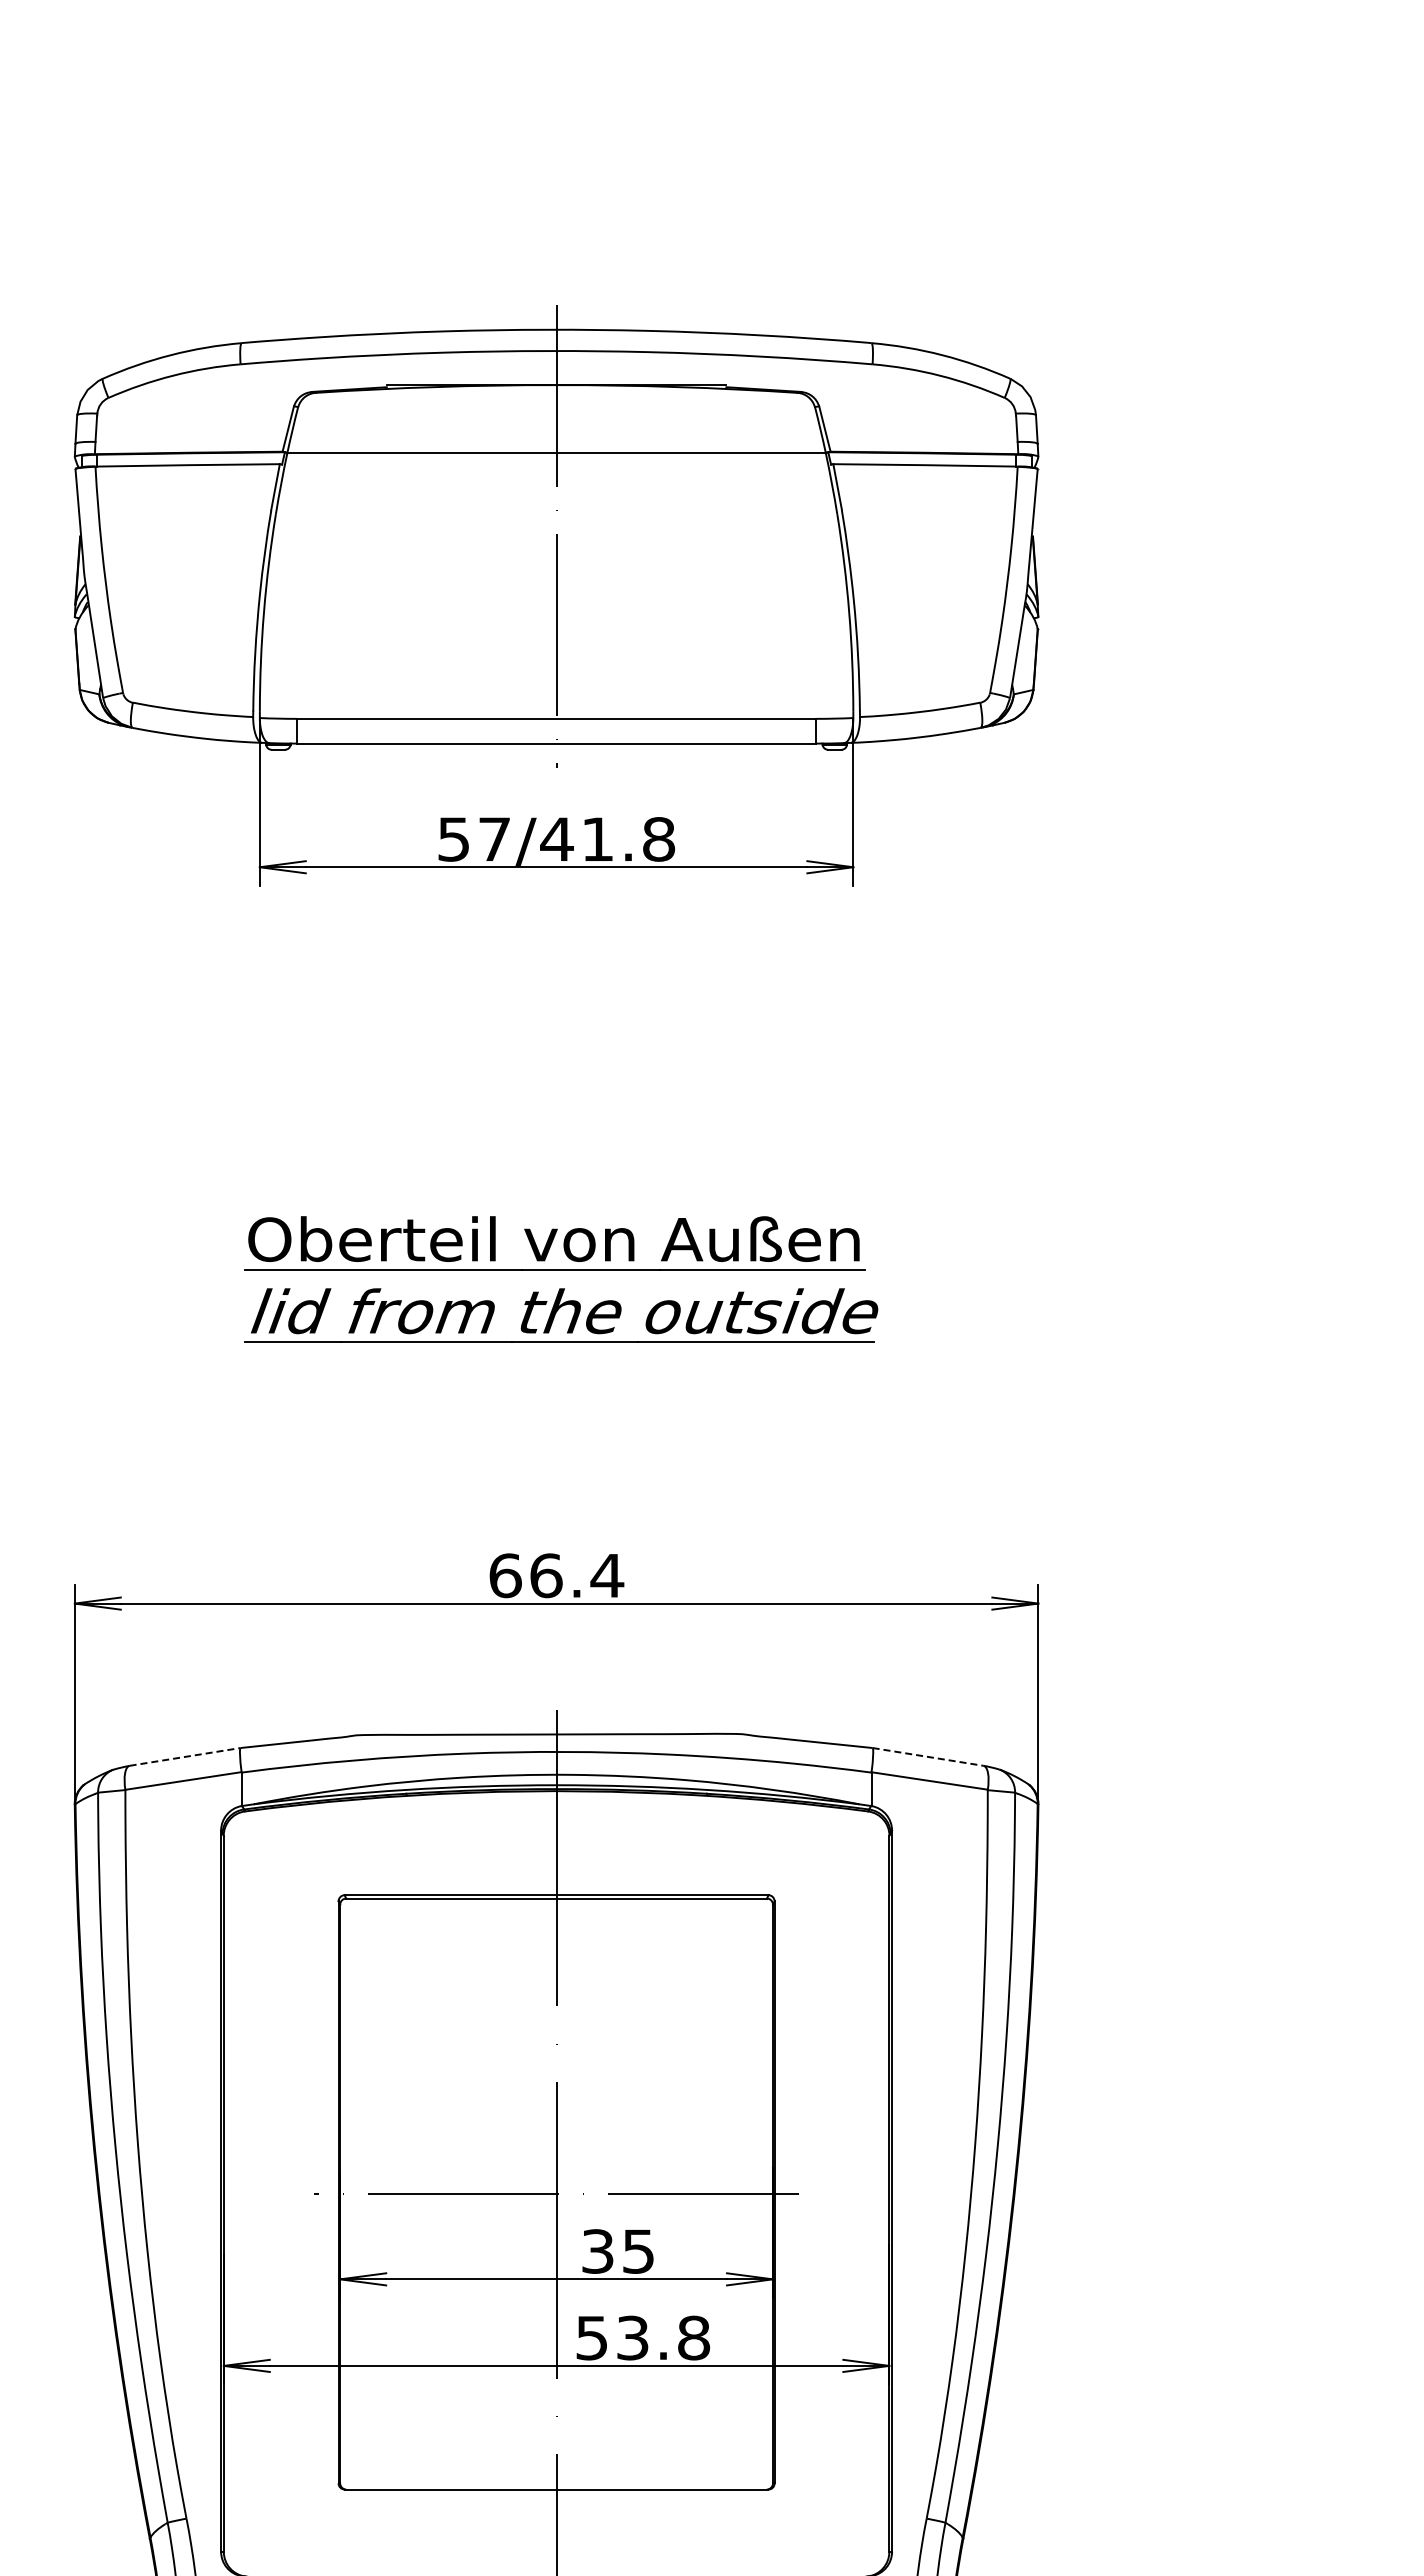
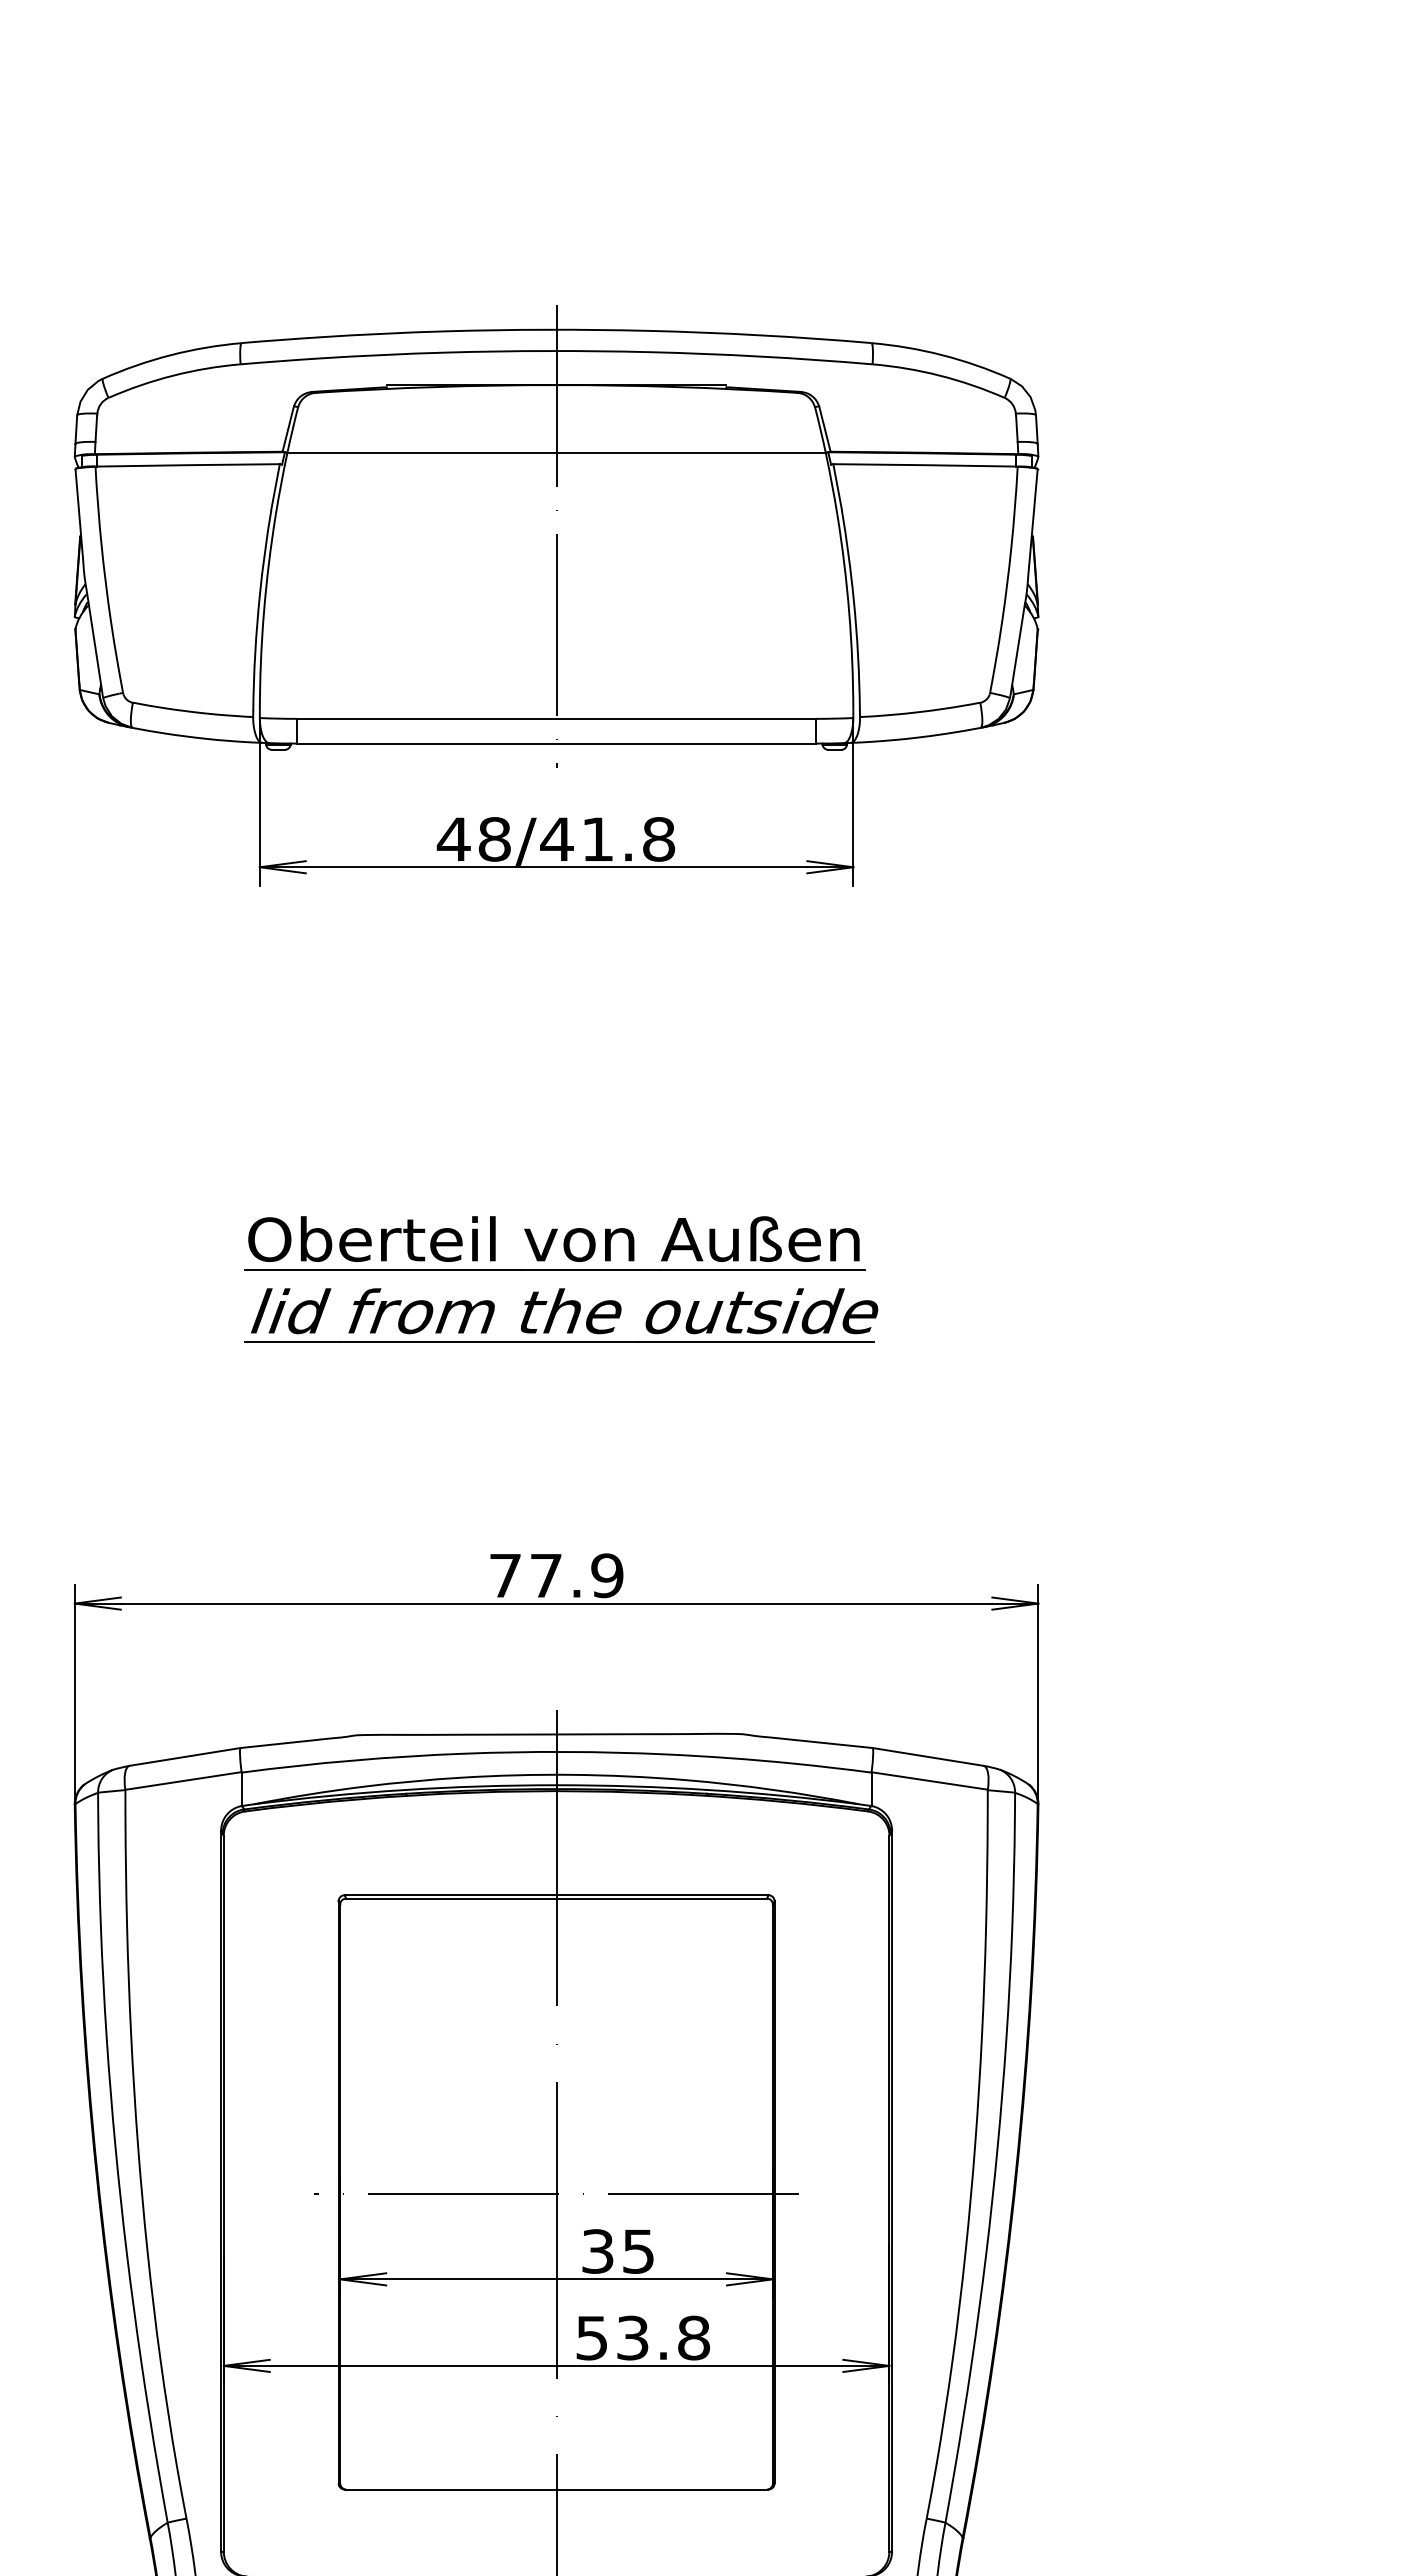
text at (473, 839): 57/41.8 -> 48/41.8
text at (556, 1575): 66.4 -> 77.9
line at (185, 1756): dashed -> solid
line at (928, 1757): dashed -> solid
